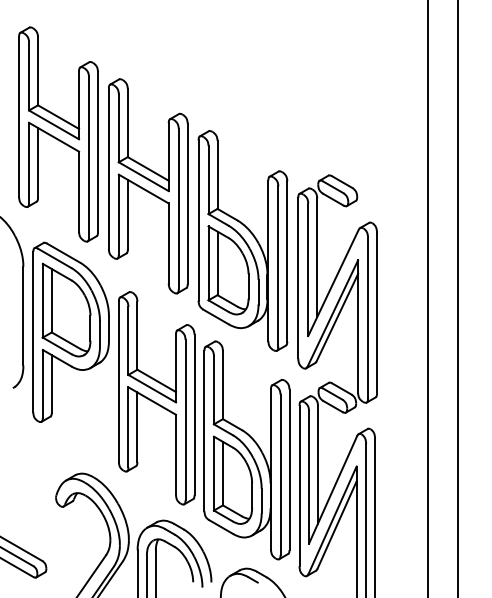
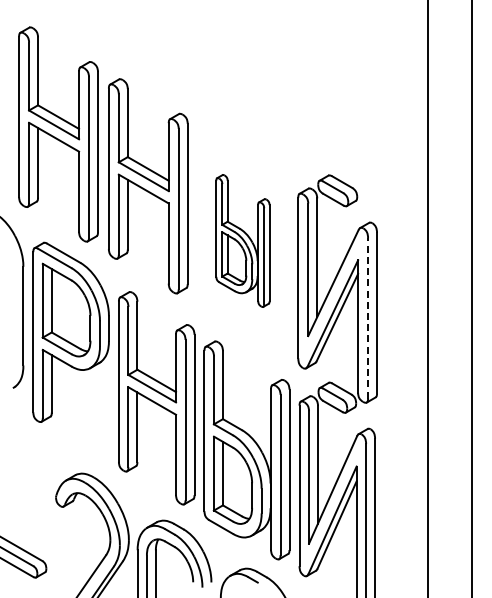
part at (242, 240) size: 92x222 px -> 56x134 px
line at (458, 298) position: (458, 298) -> (472, 298)
line at (368, 317): solid -> dashed
